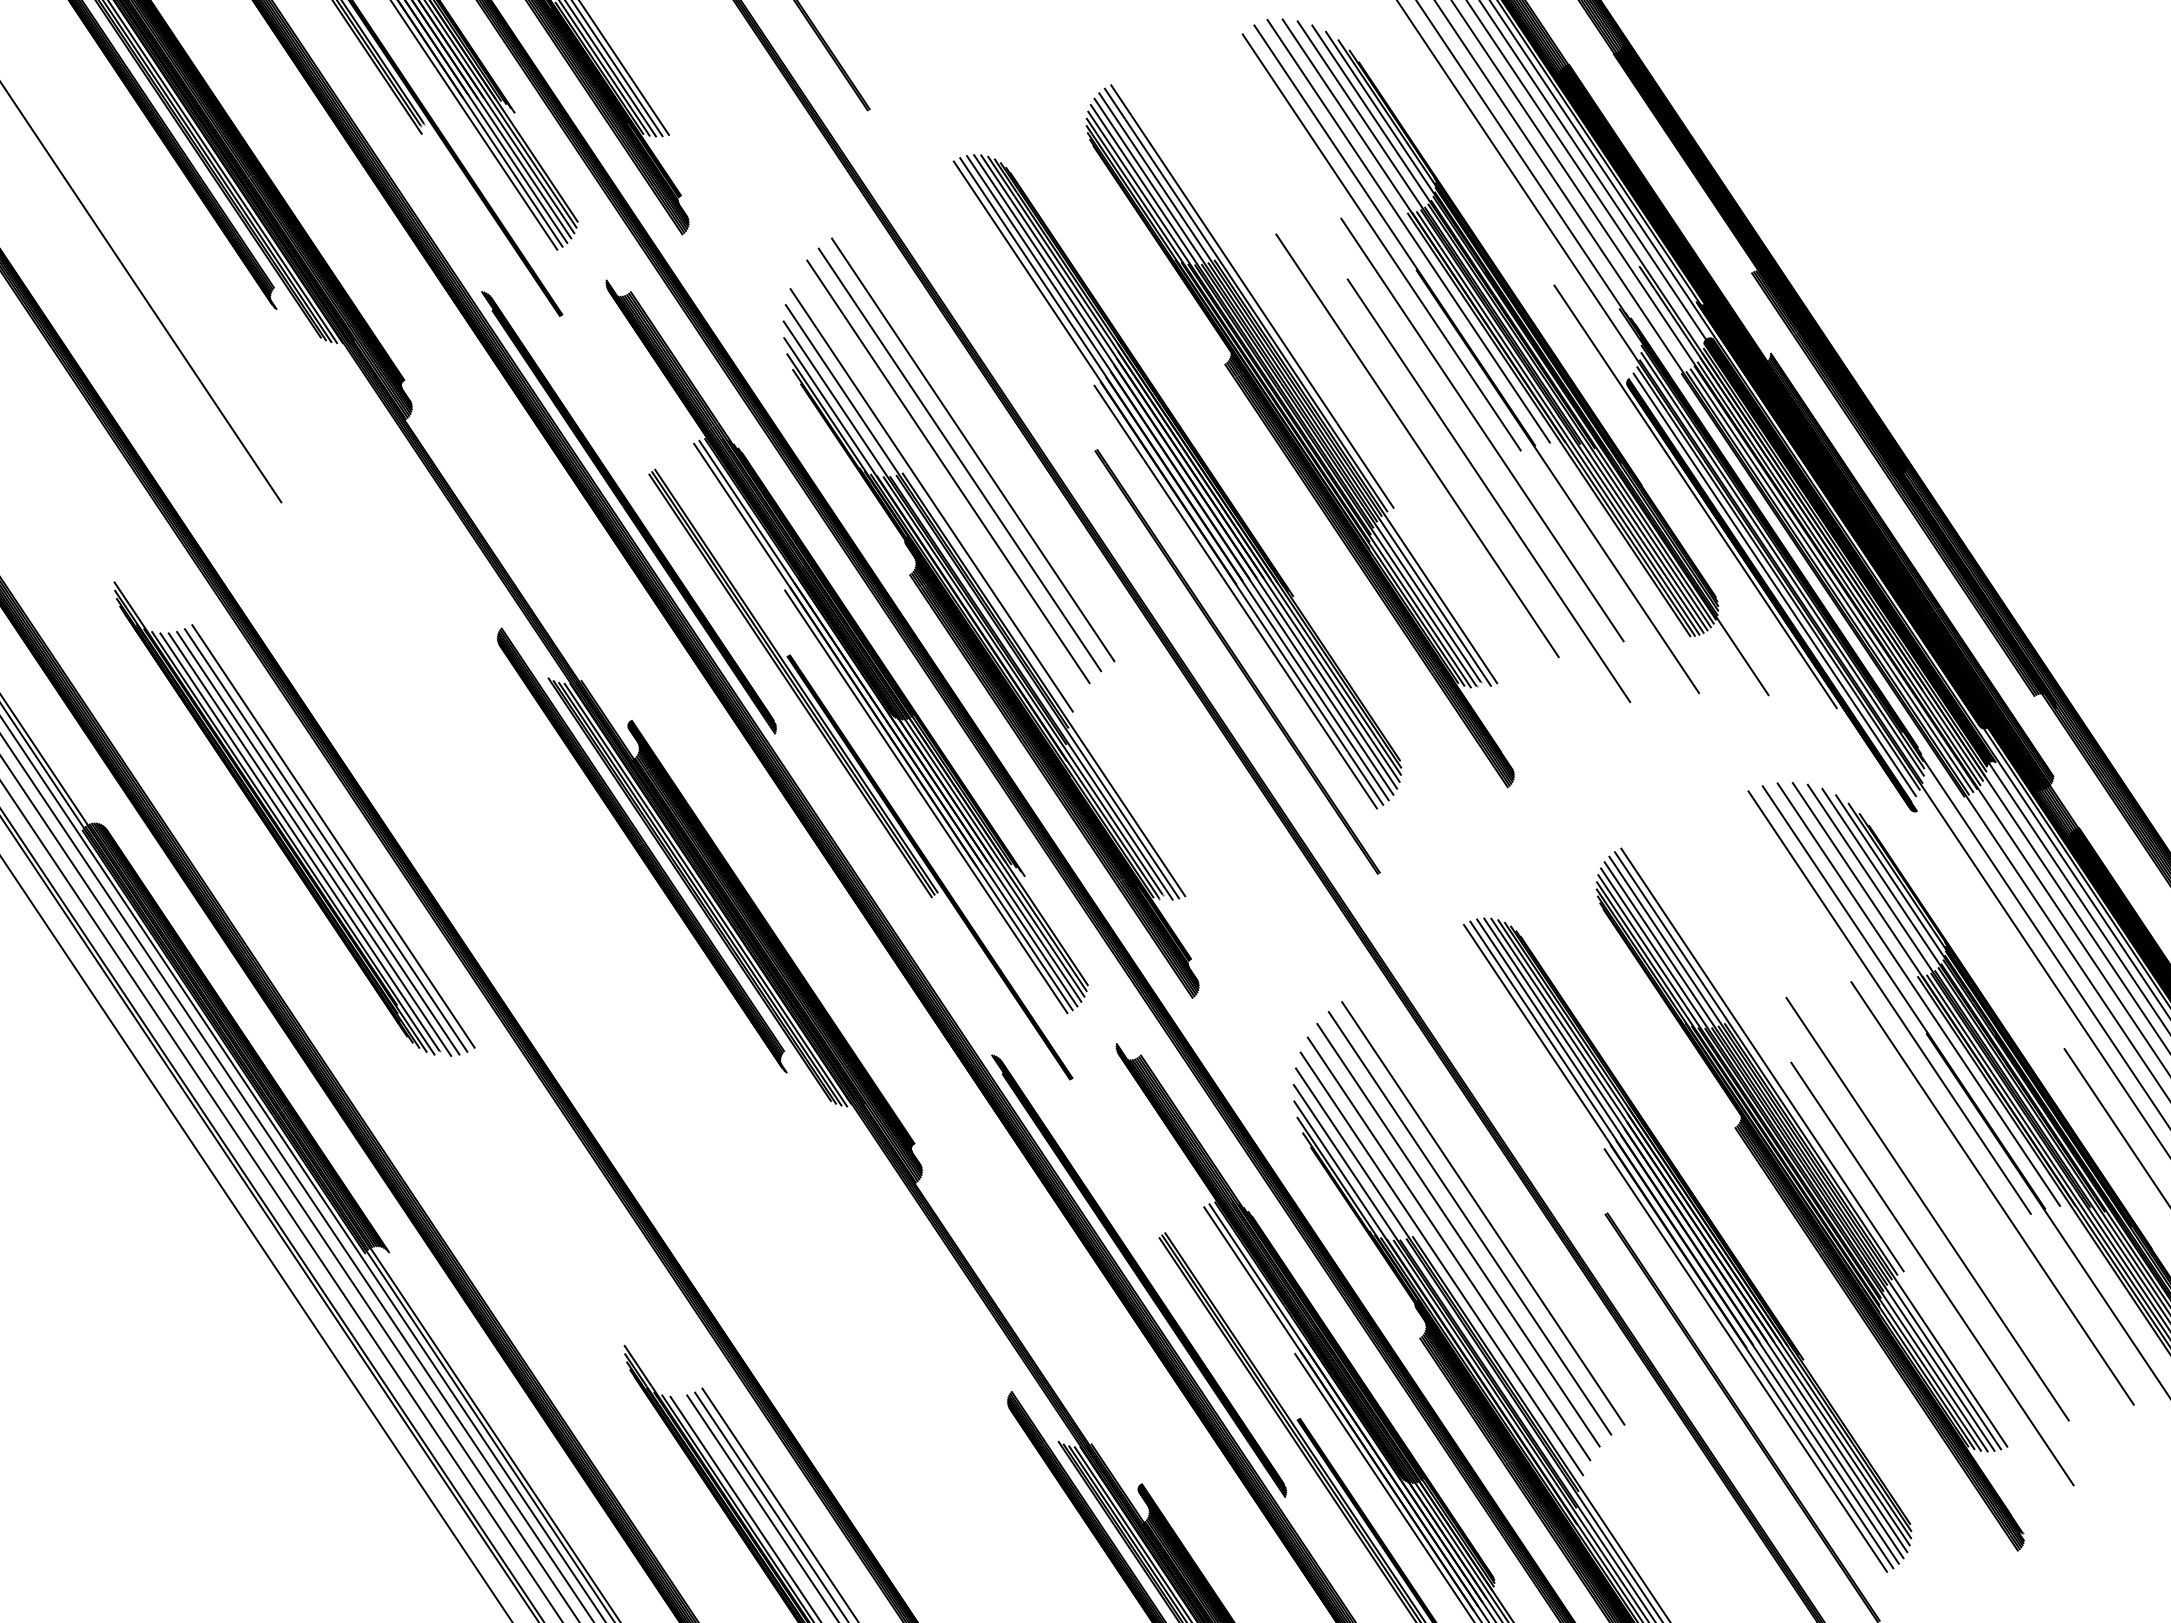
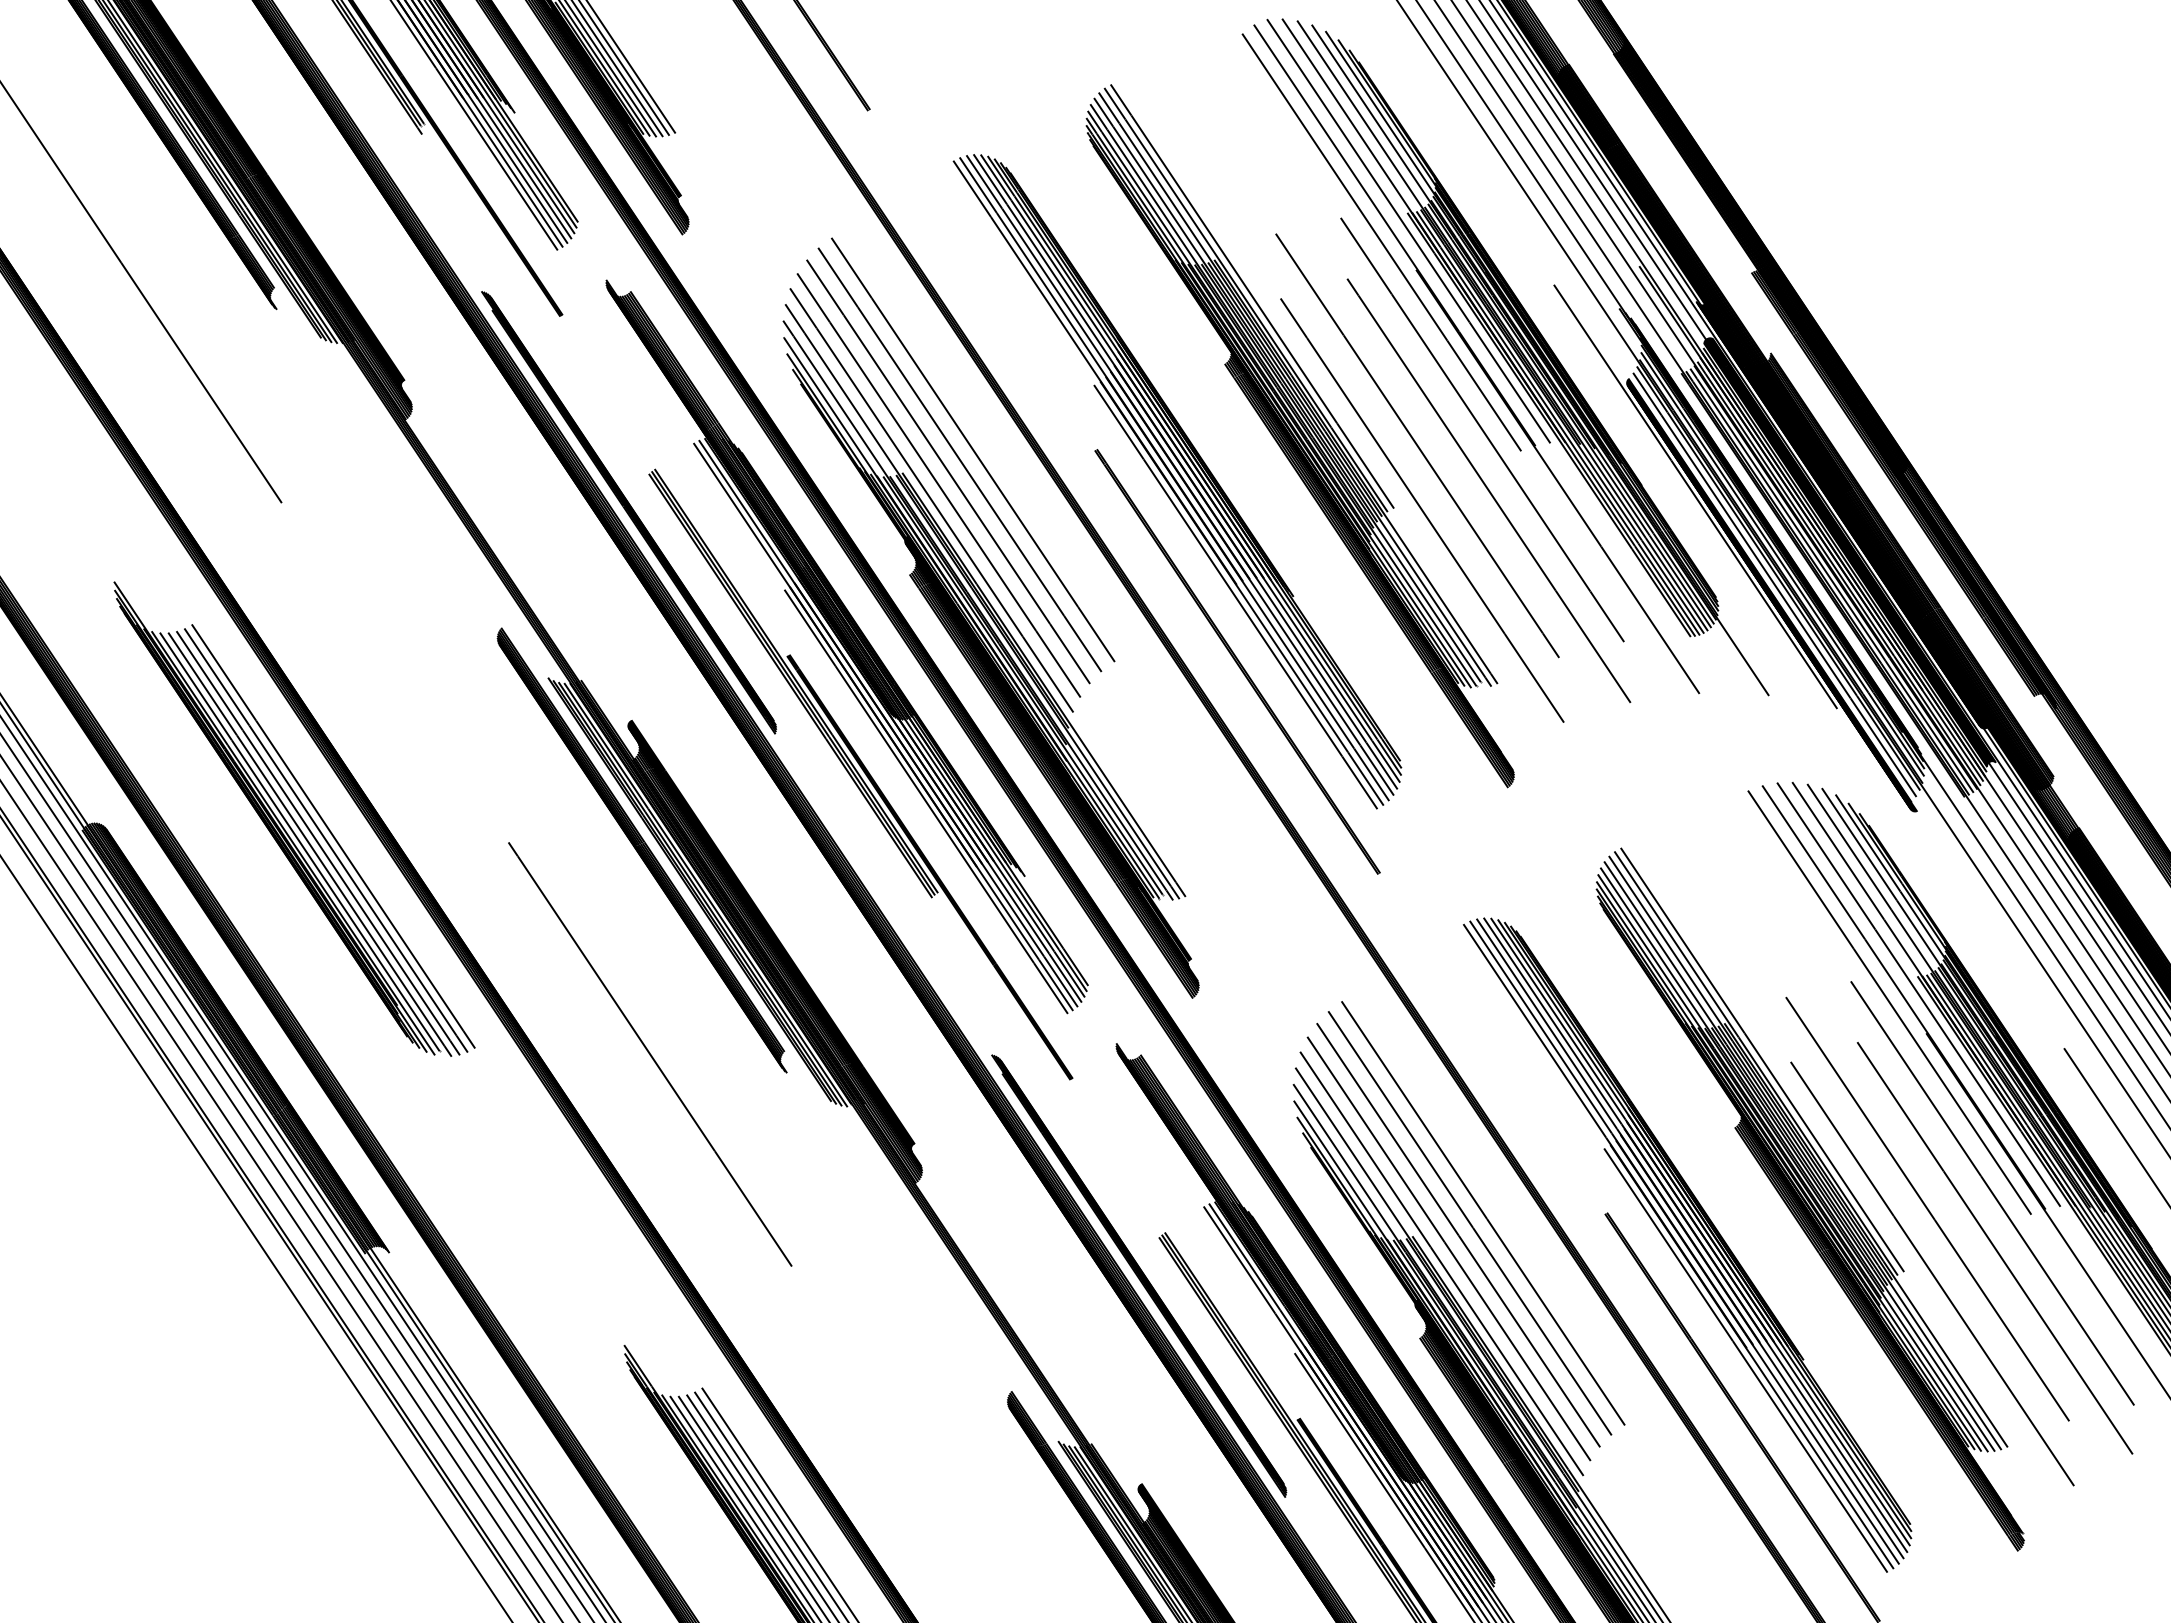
line at (631, 67): none -> present
line at (938, 485): none -> present
line at (1422, 510): none -> present
line at (650, 1054): none -> present
line at (1994, 1248): none -> present
line at (752, 1507): none -> present
